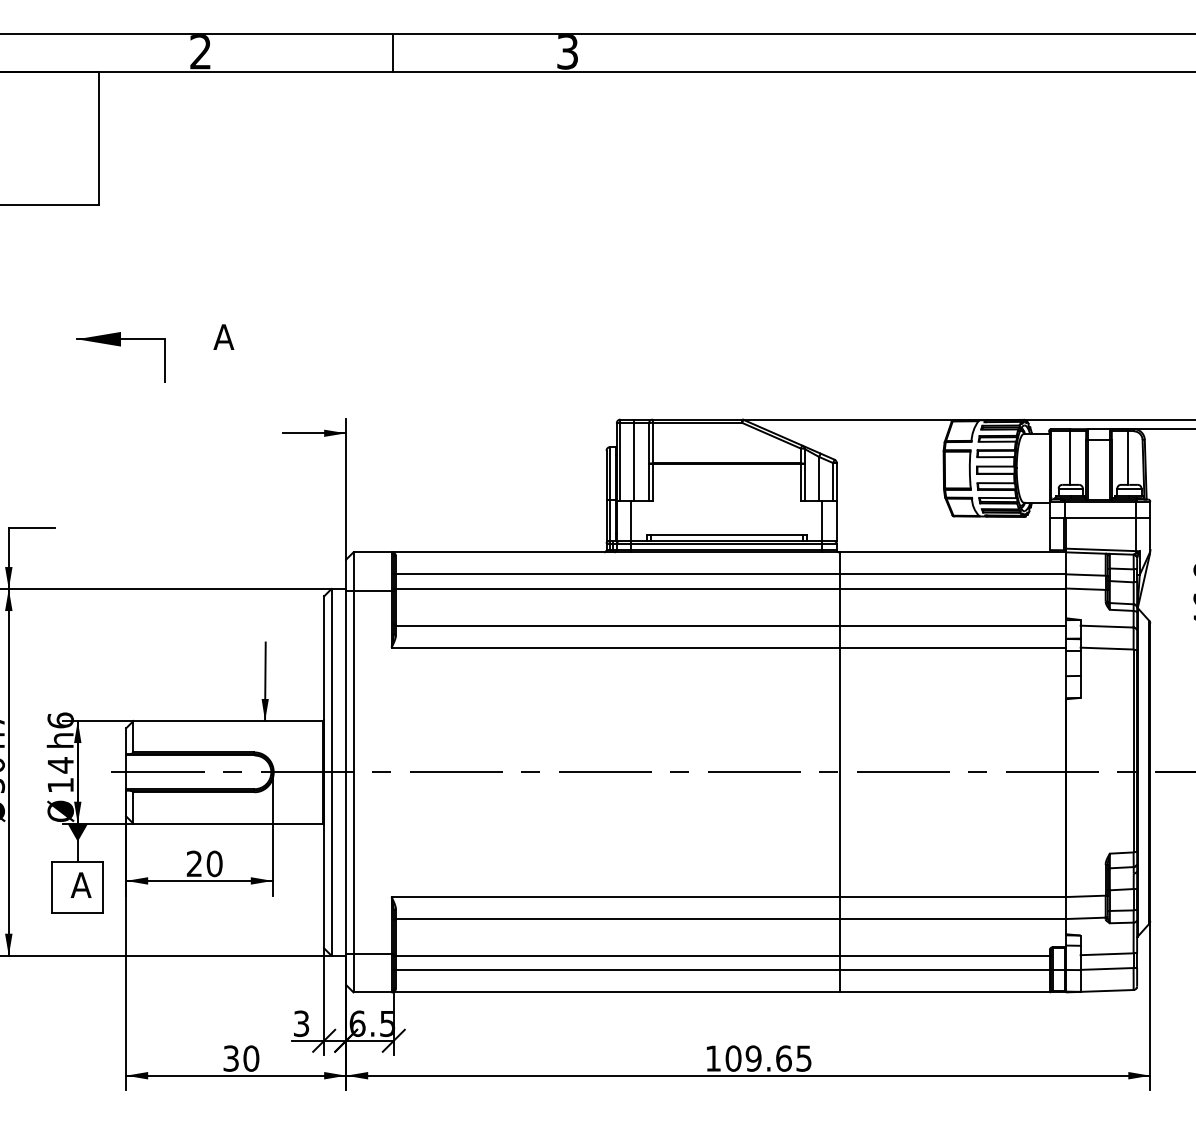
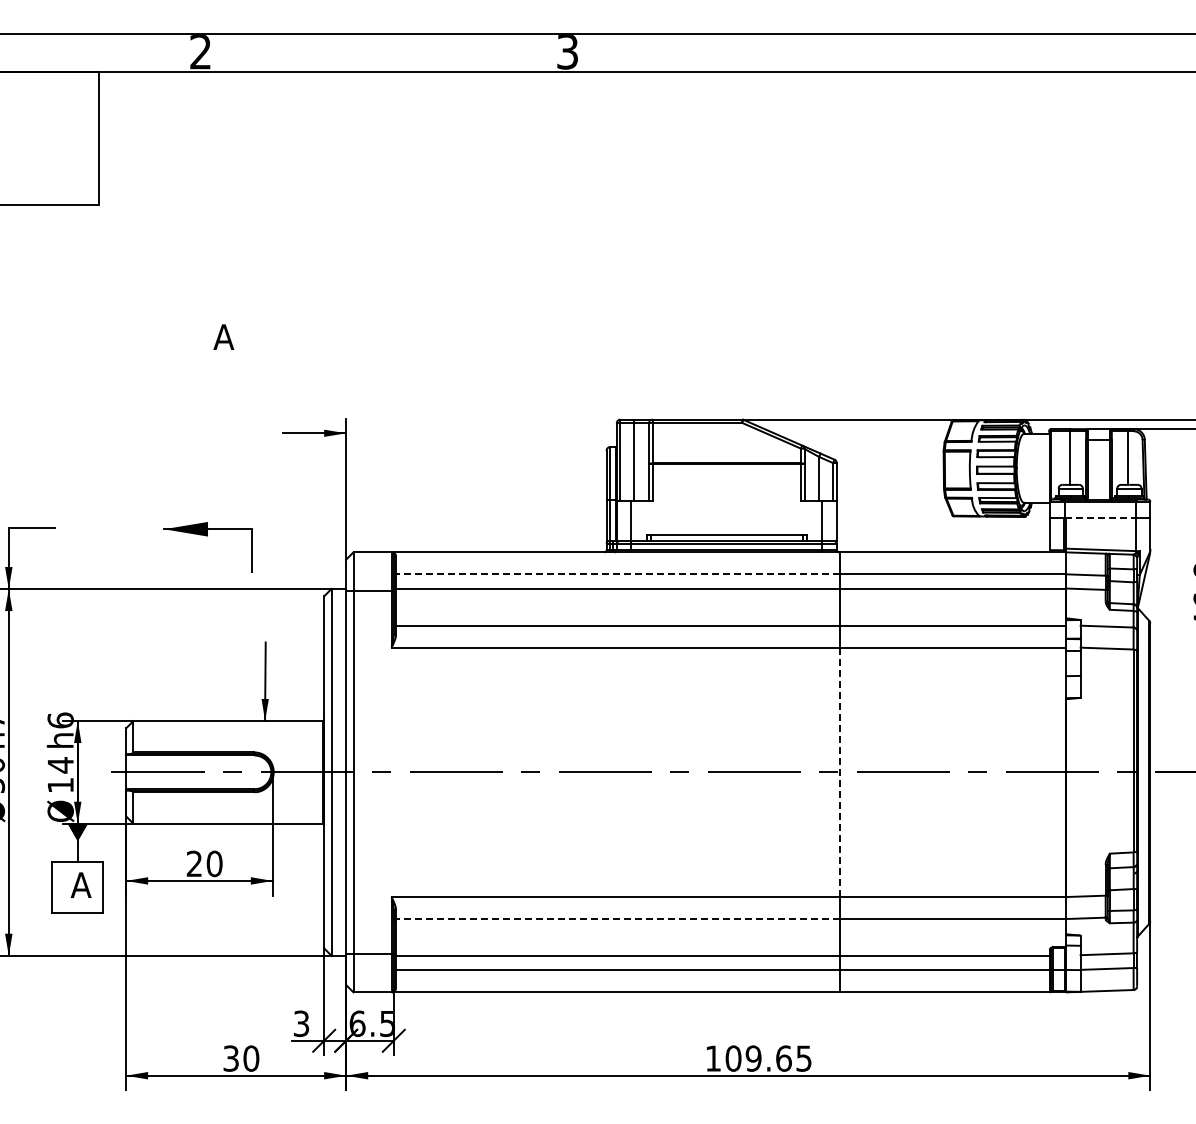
line at (392, 53): present -> none
part at (120, 346) position: (120, 346) -> (207, 536)
line at (1100, 517): solid -> dashed
line at (617, 574): solid -> dashed
line at (840, 772): solid -> dashed
line at (617, 919): solid -> dashed
